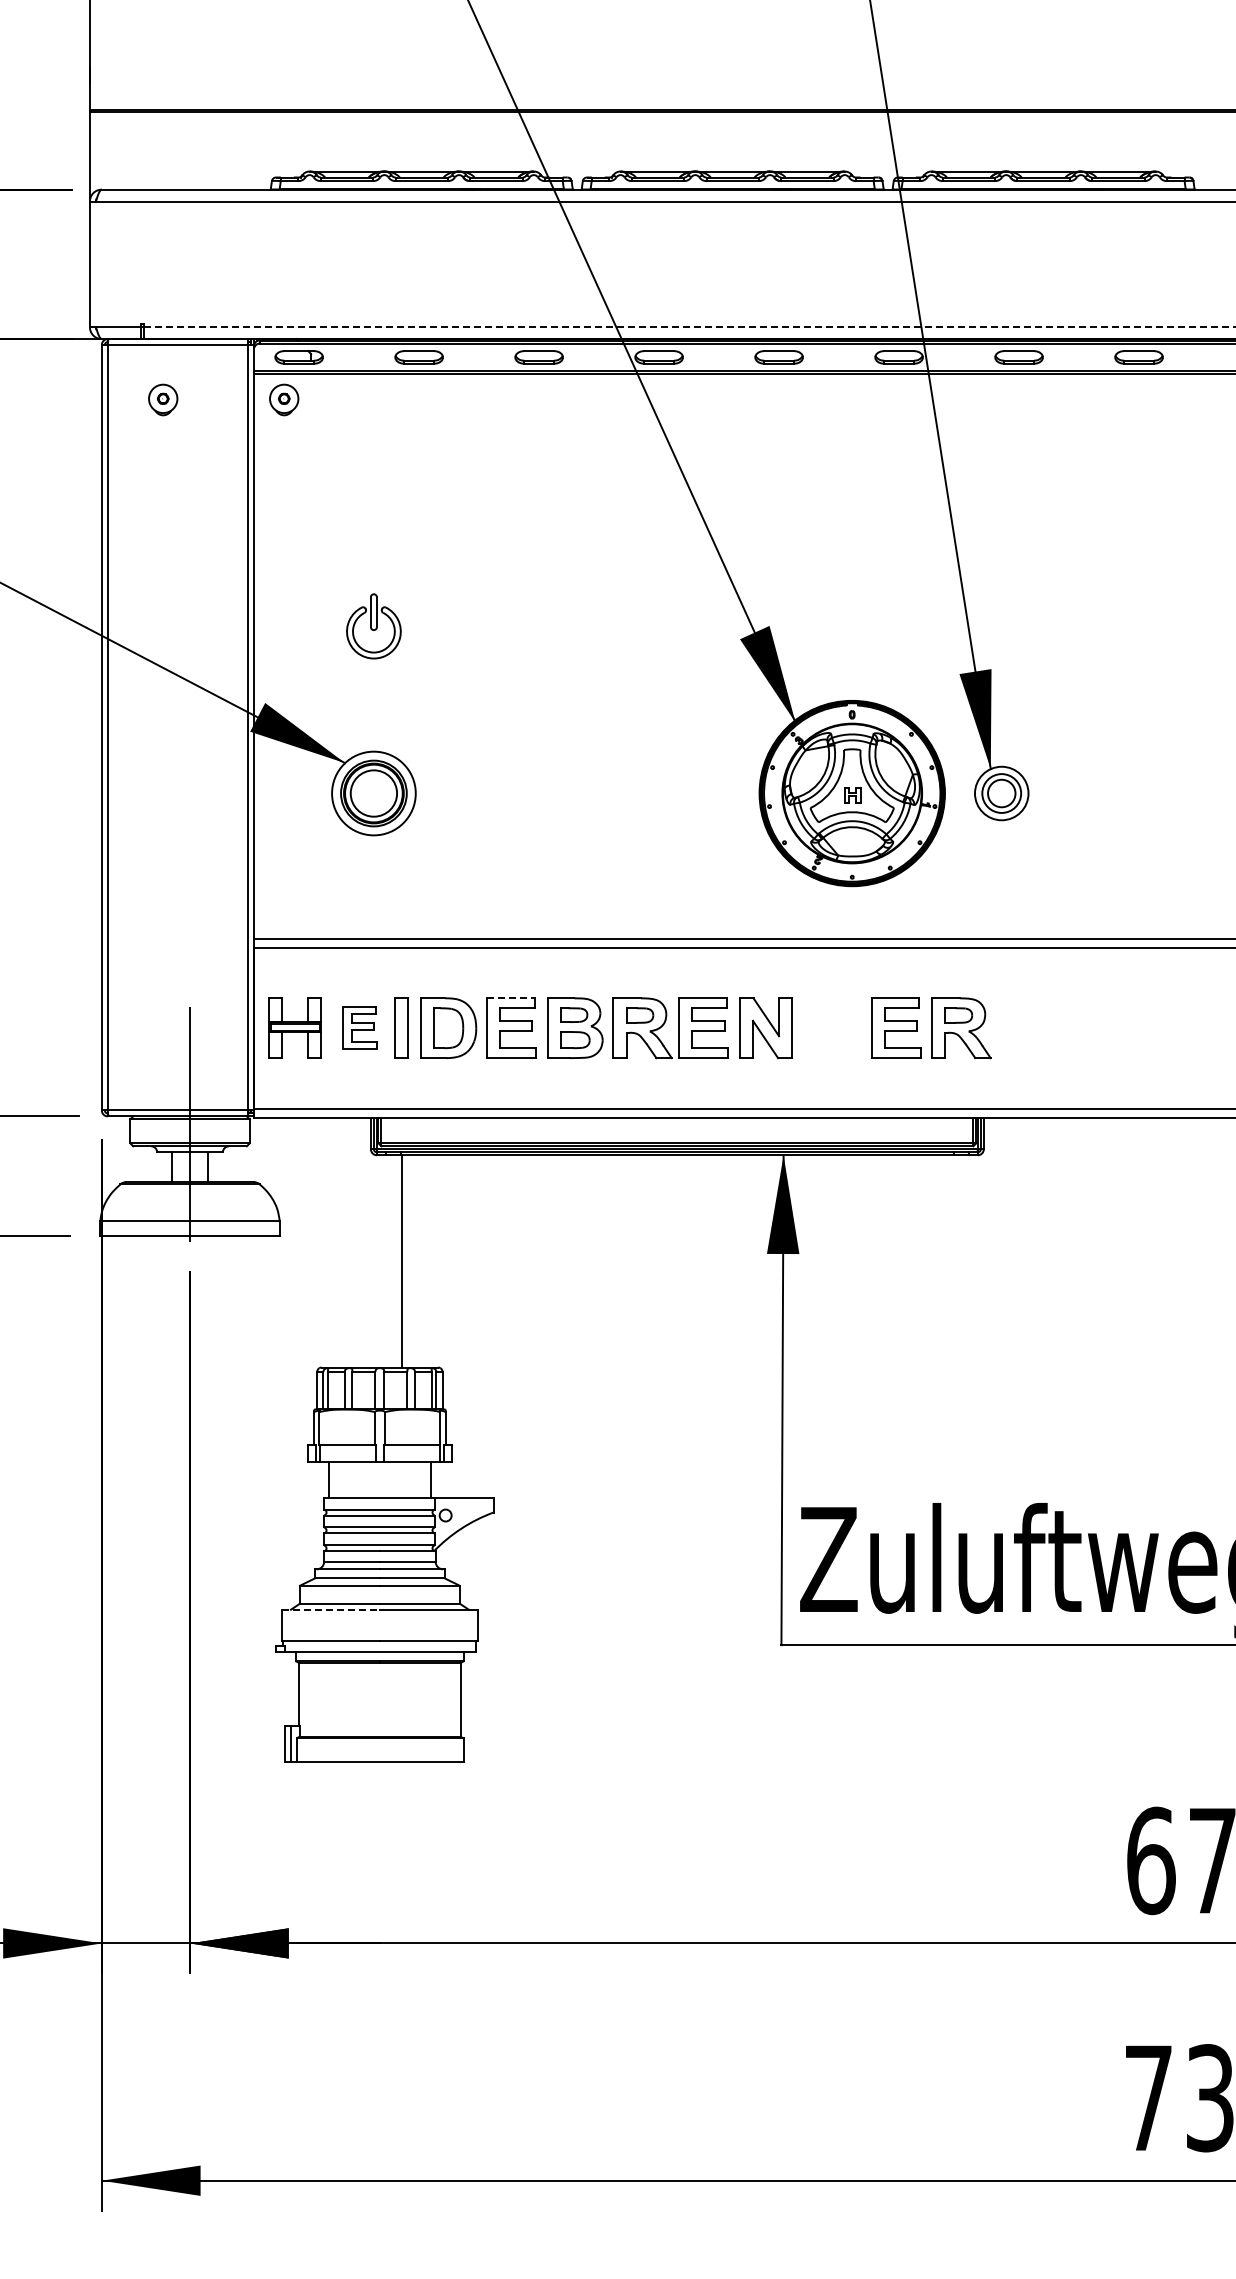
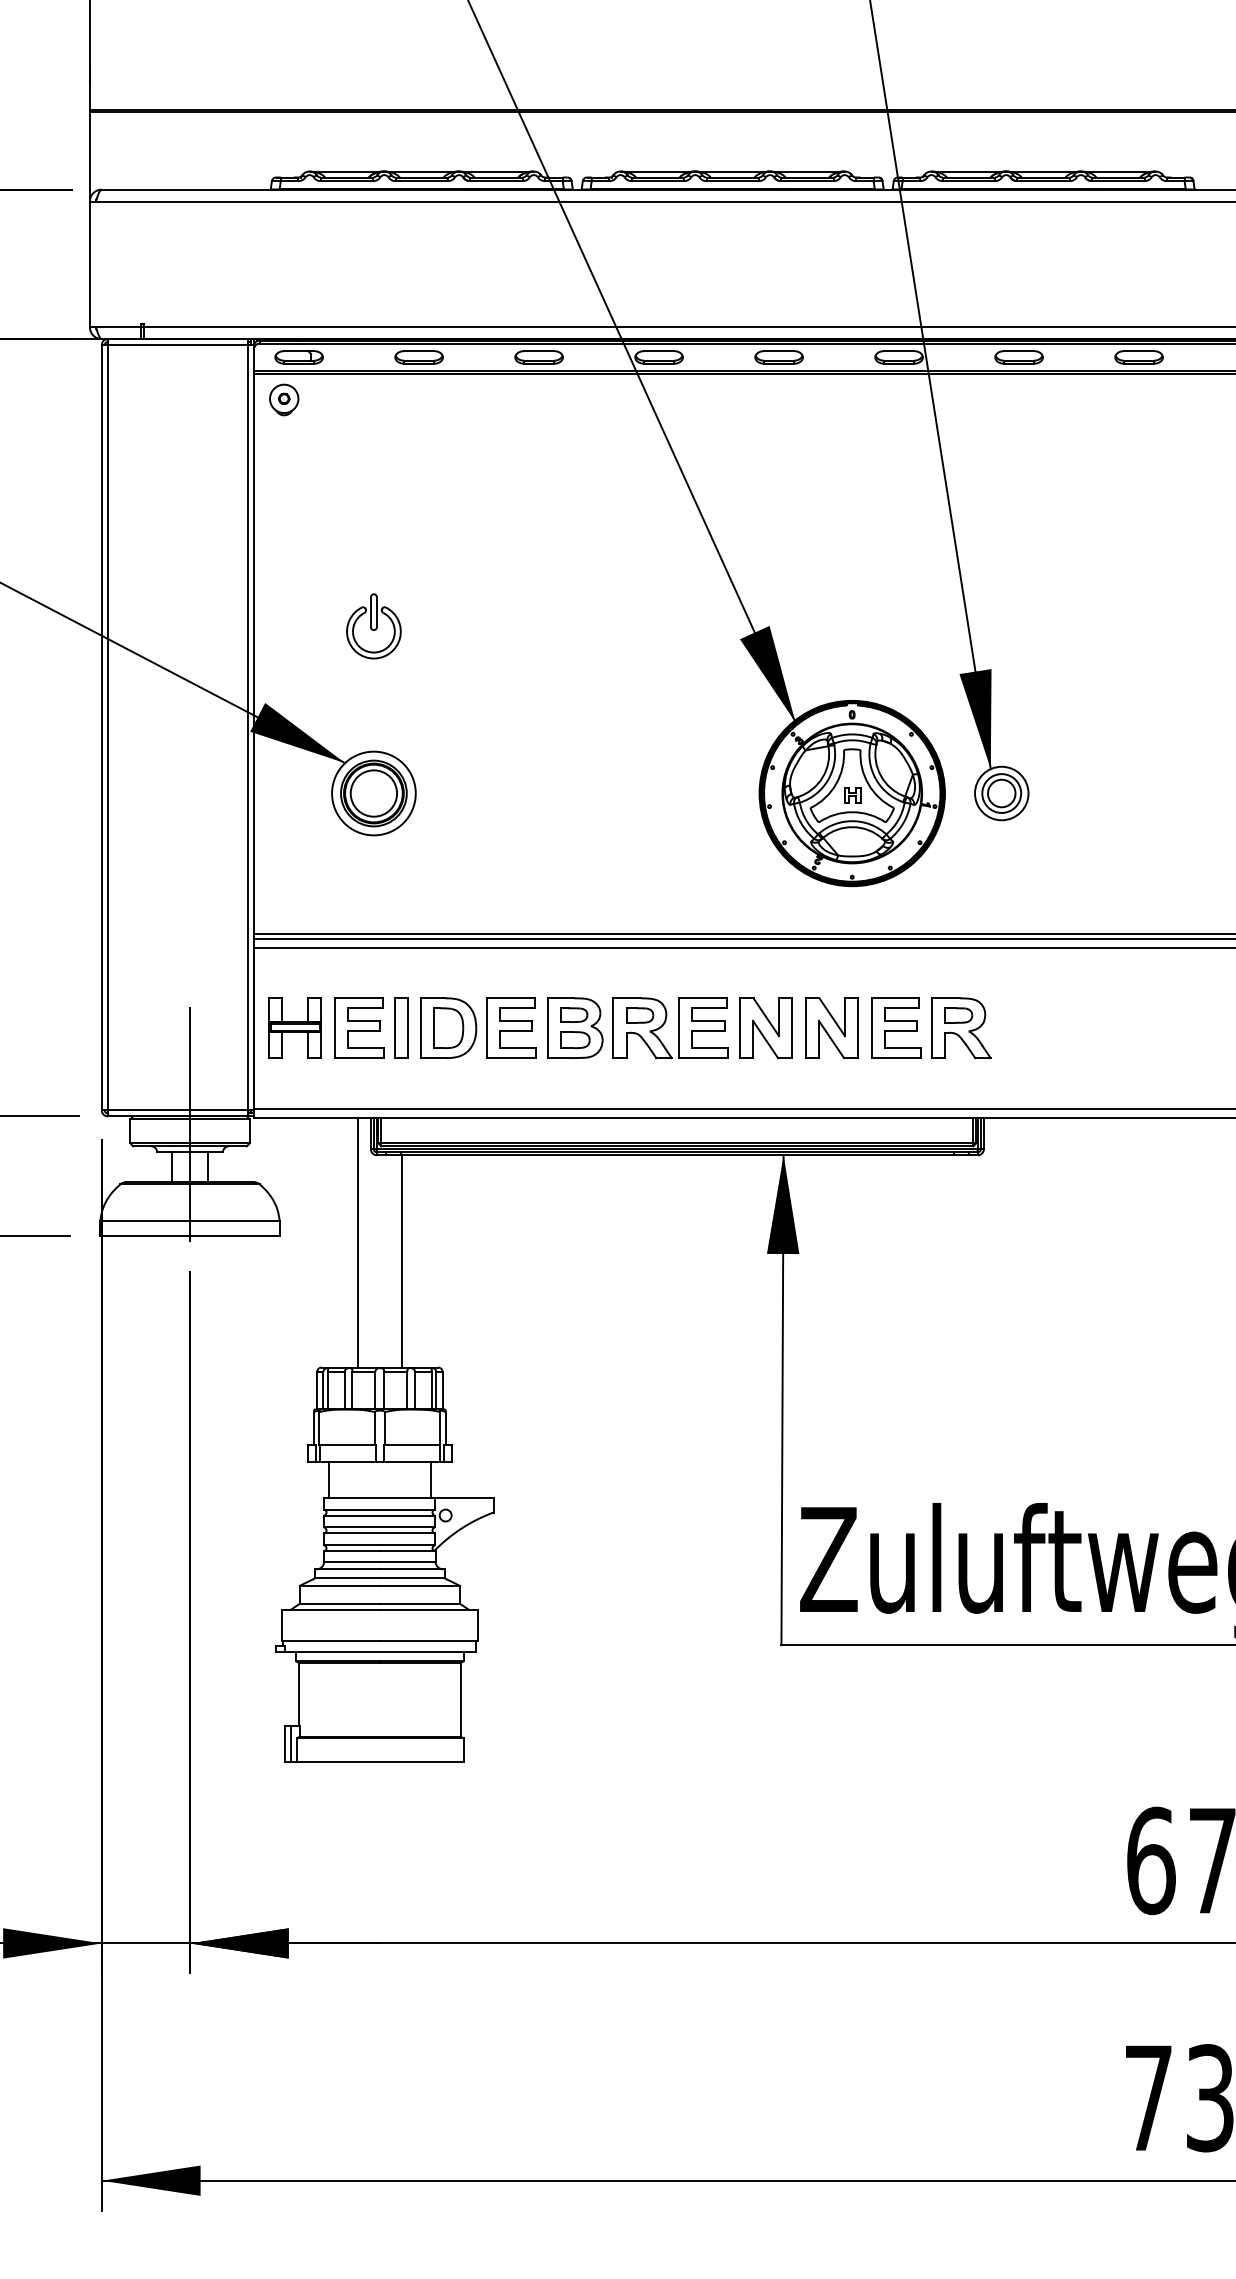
line at (689, 327): dashed -> solid
part at (163, 399): present -> none
line at (743, 934): none -> present
line at (510, 998): dashed -> solid
part at (359, 1027) size: 36x44 px -> 51x62 px
part at (831, 1028): none -> present
line at (358, 1242): none -> present
line at (330, 1609): dashed -> solid
